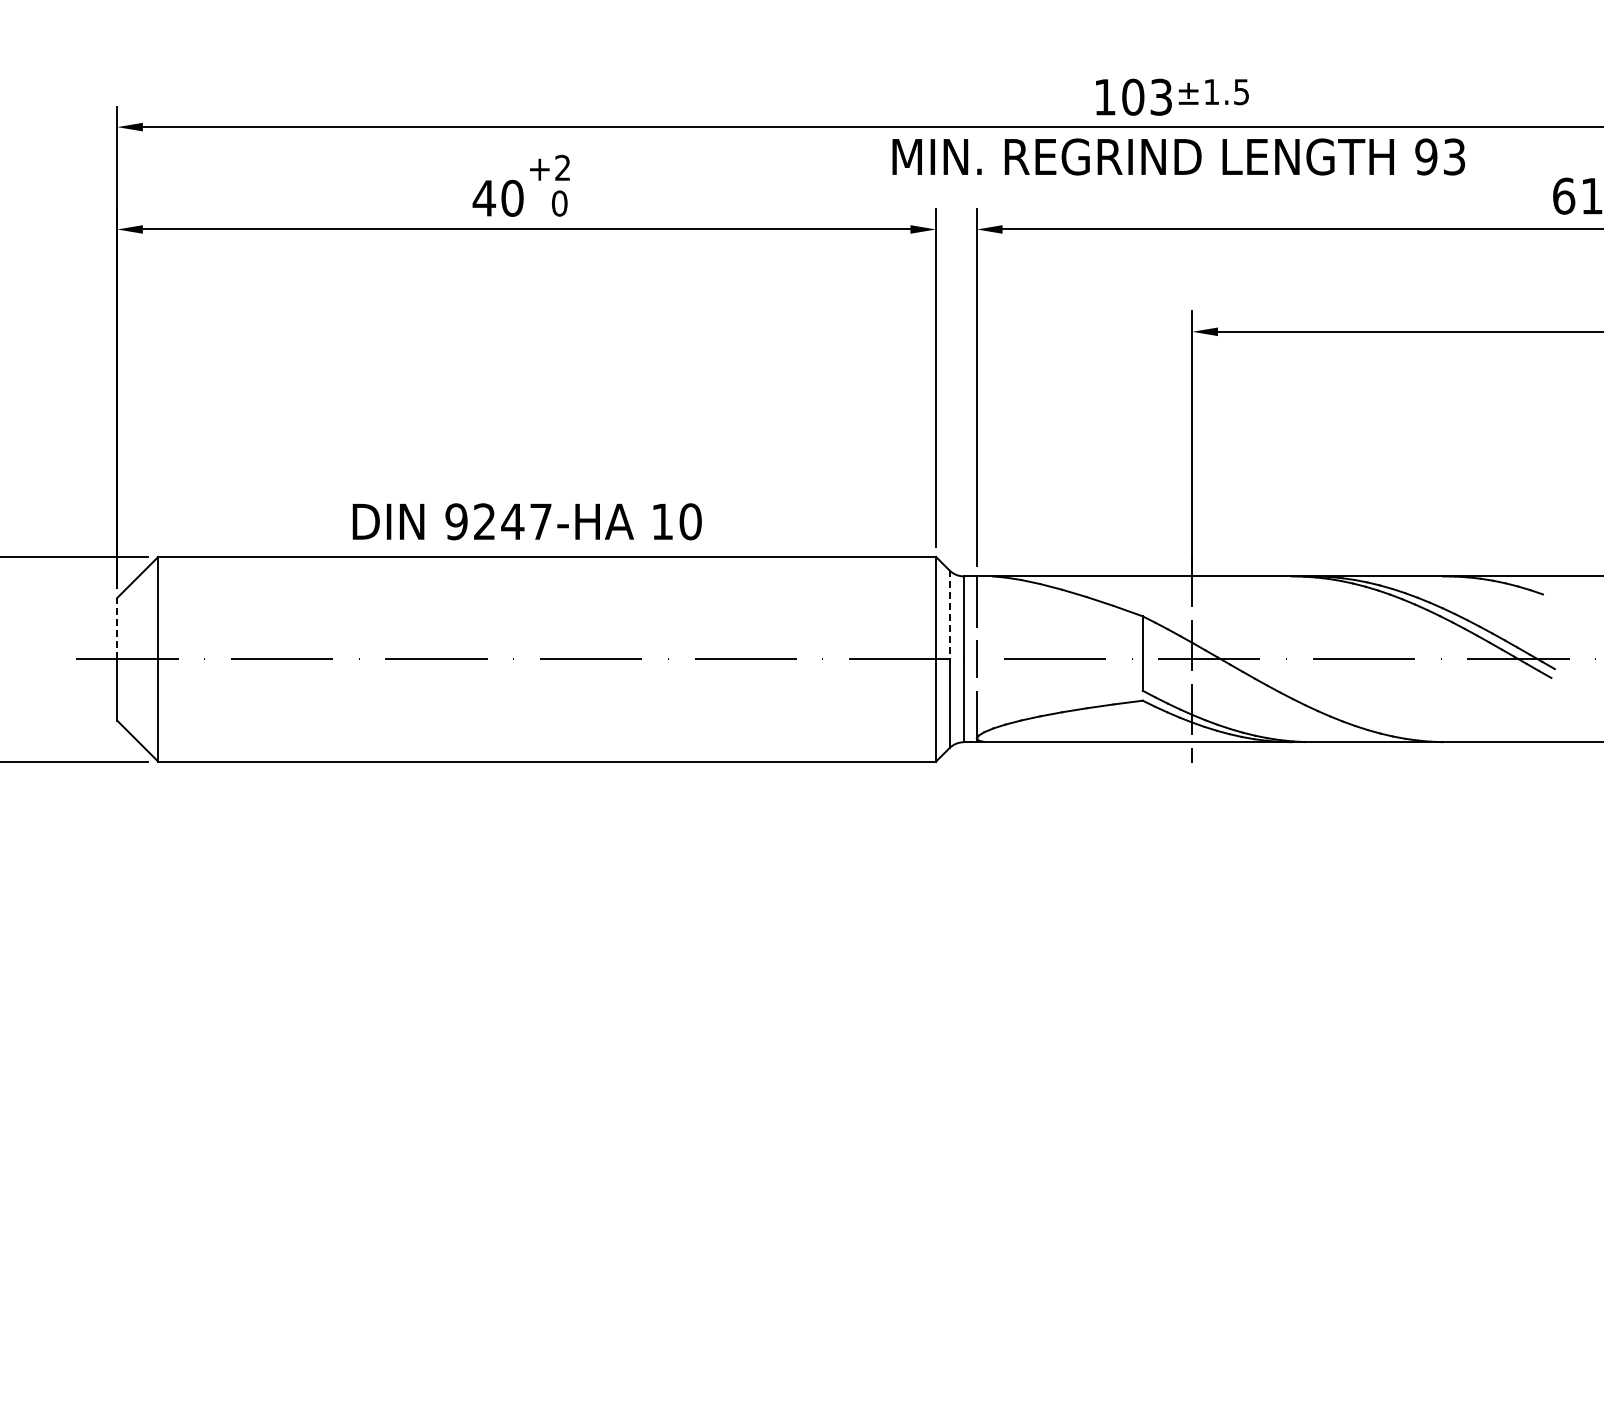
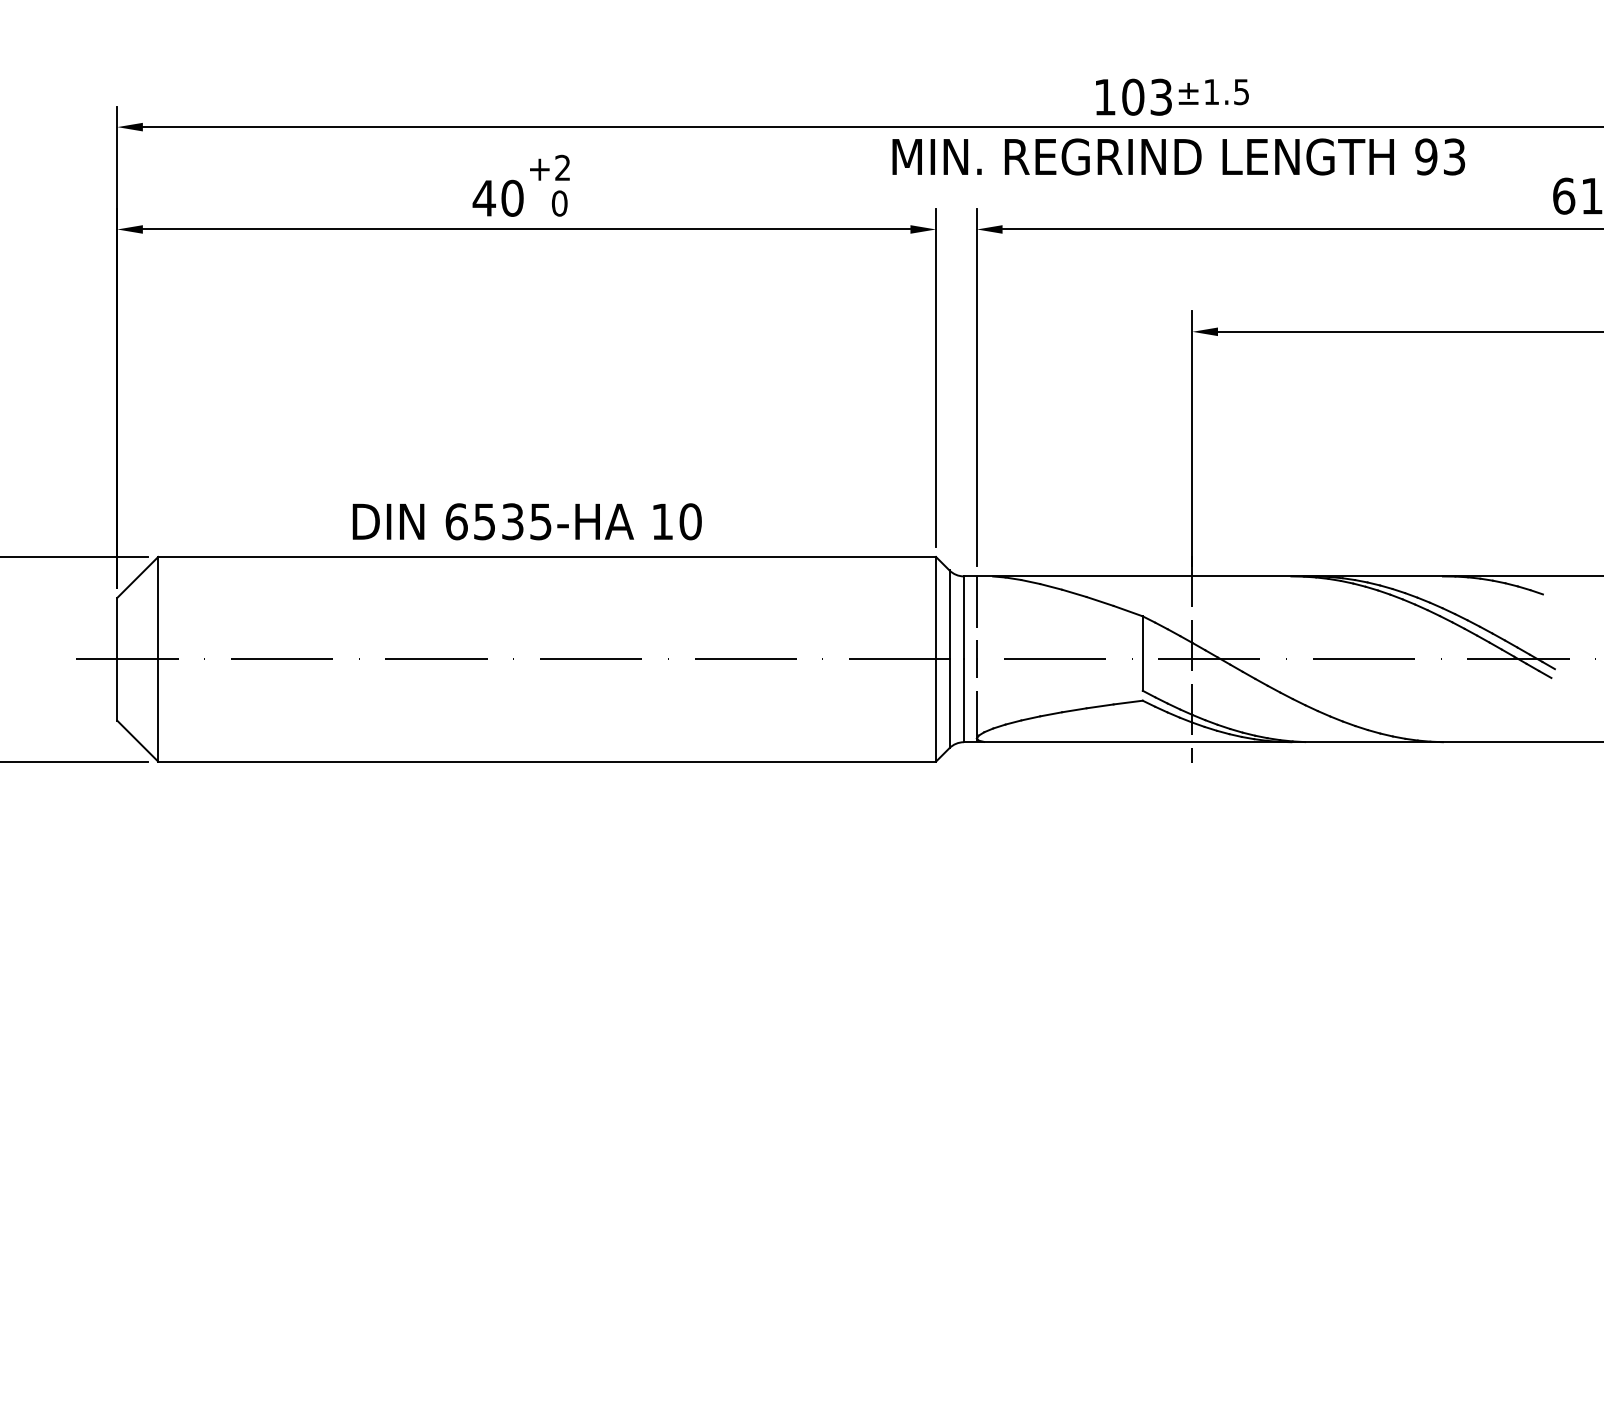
text at (498, 521): 9247-HA -> 6535-HA
line at (949, 615): dashed -> solid
line at (117, 628): dashed -> solid
